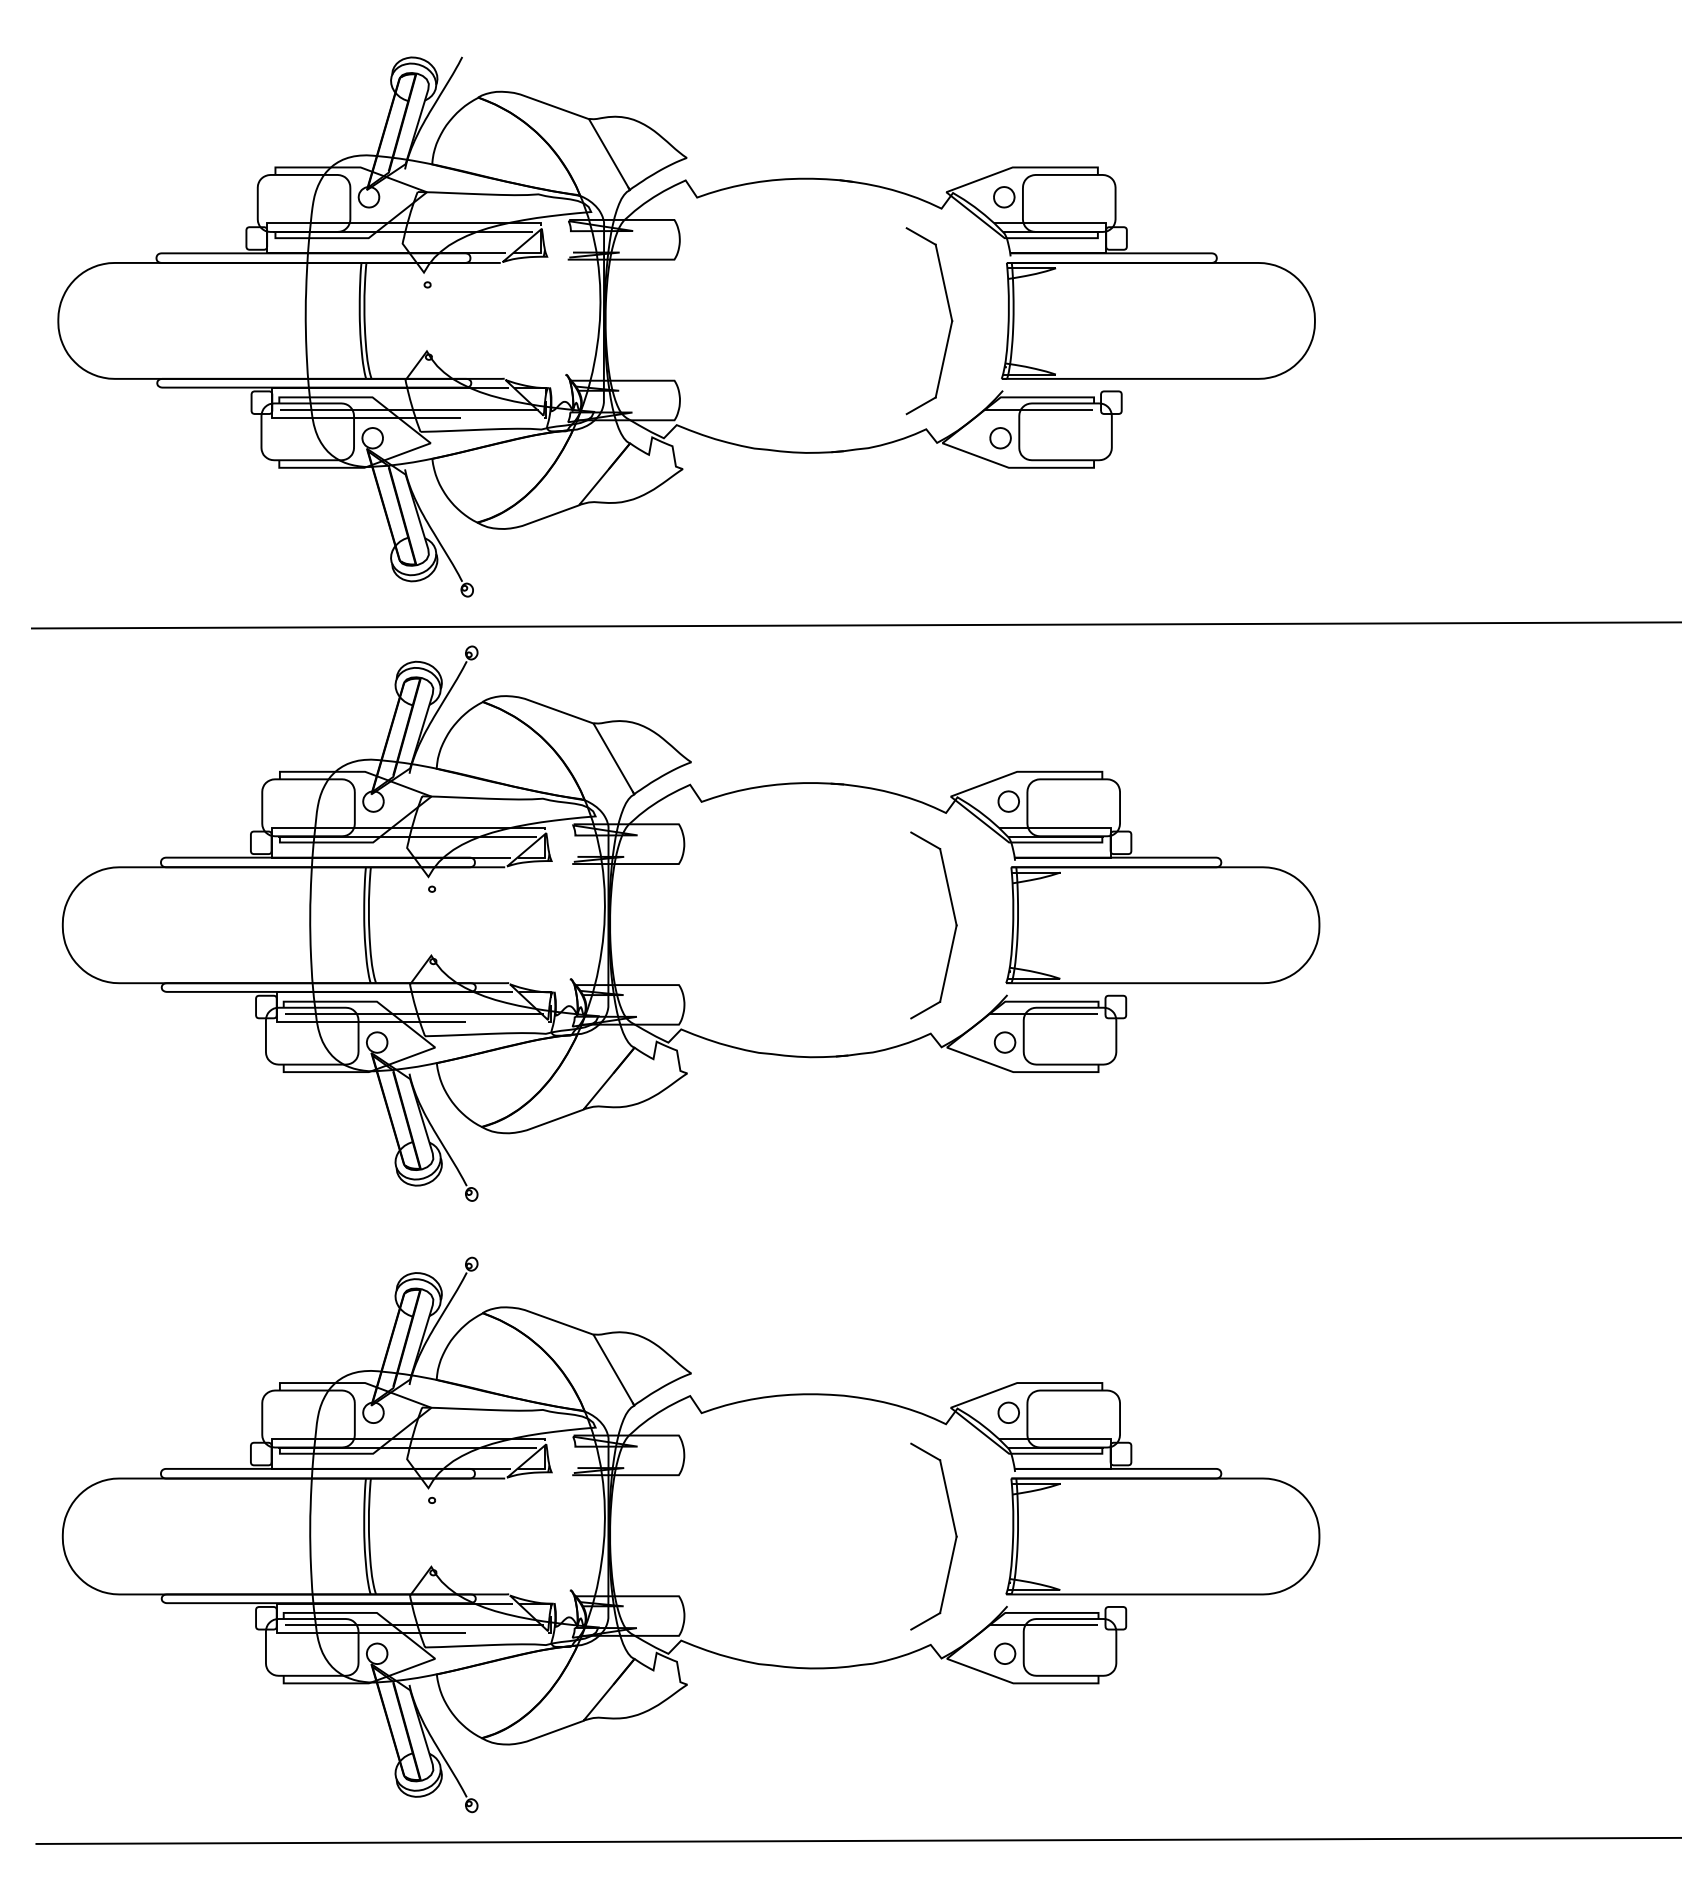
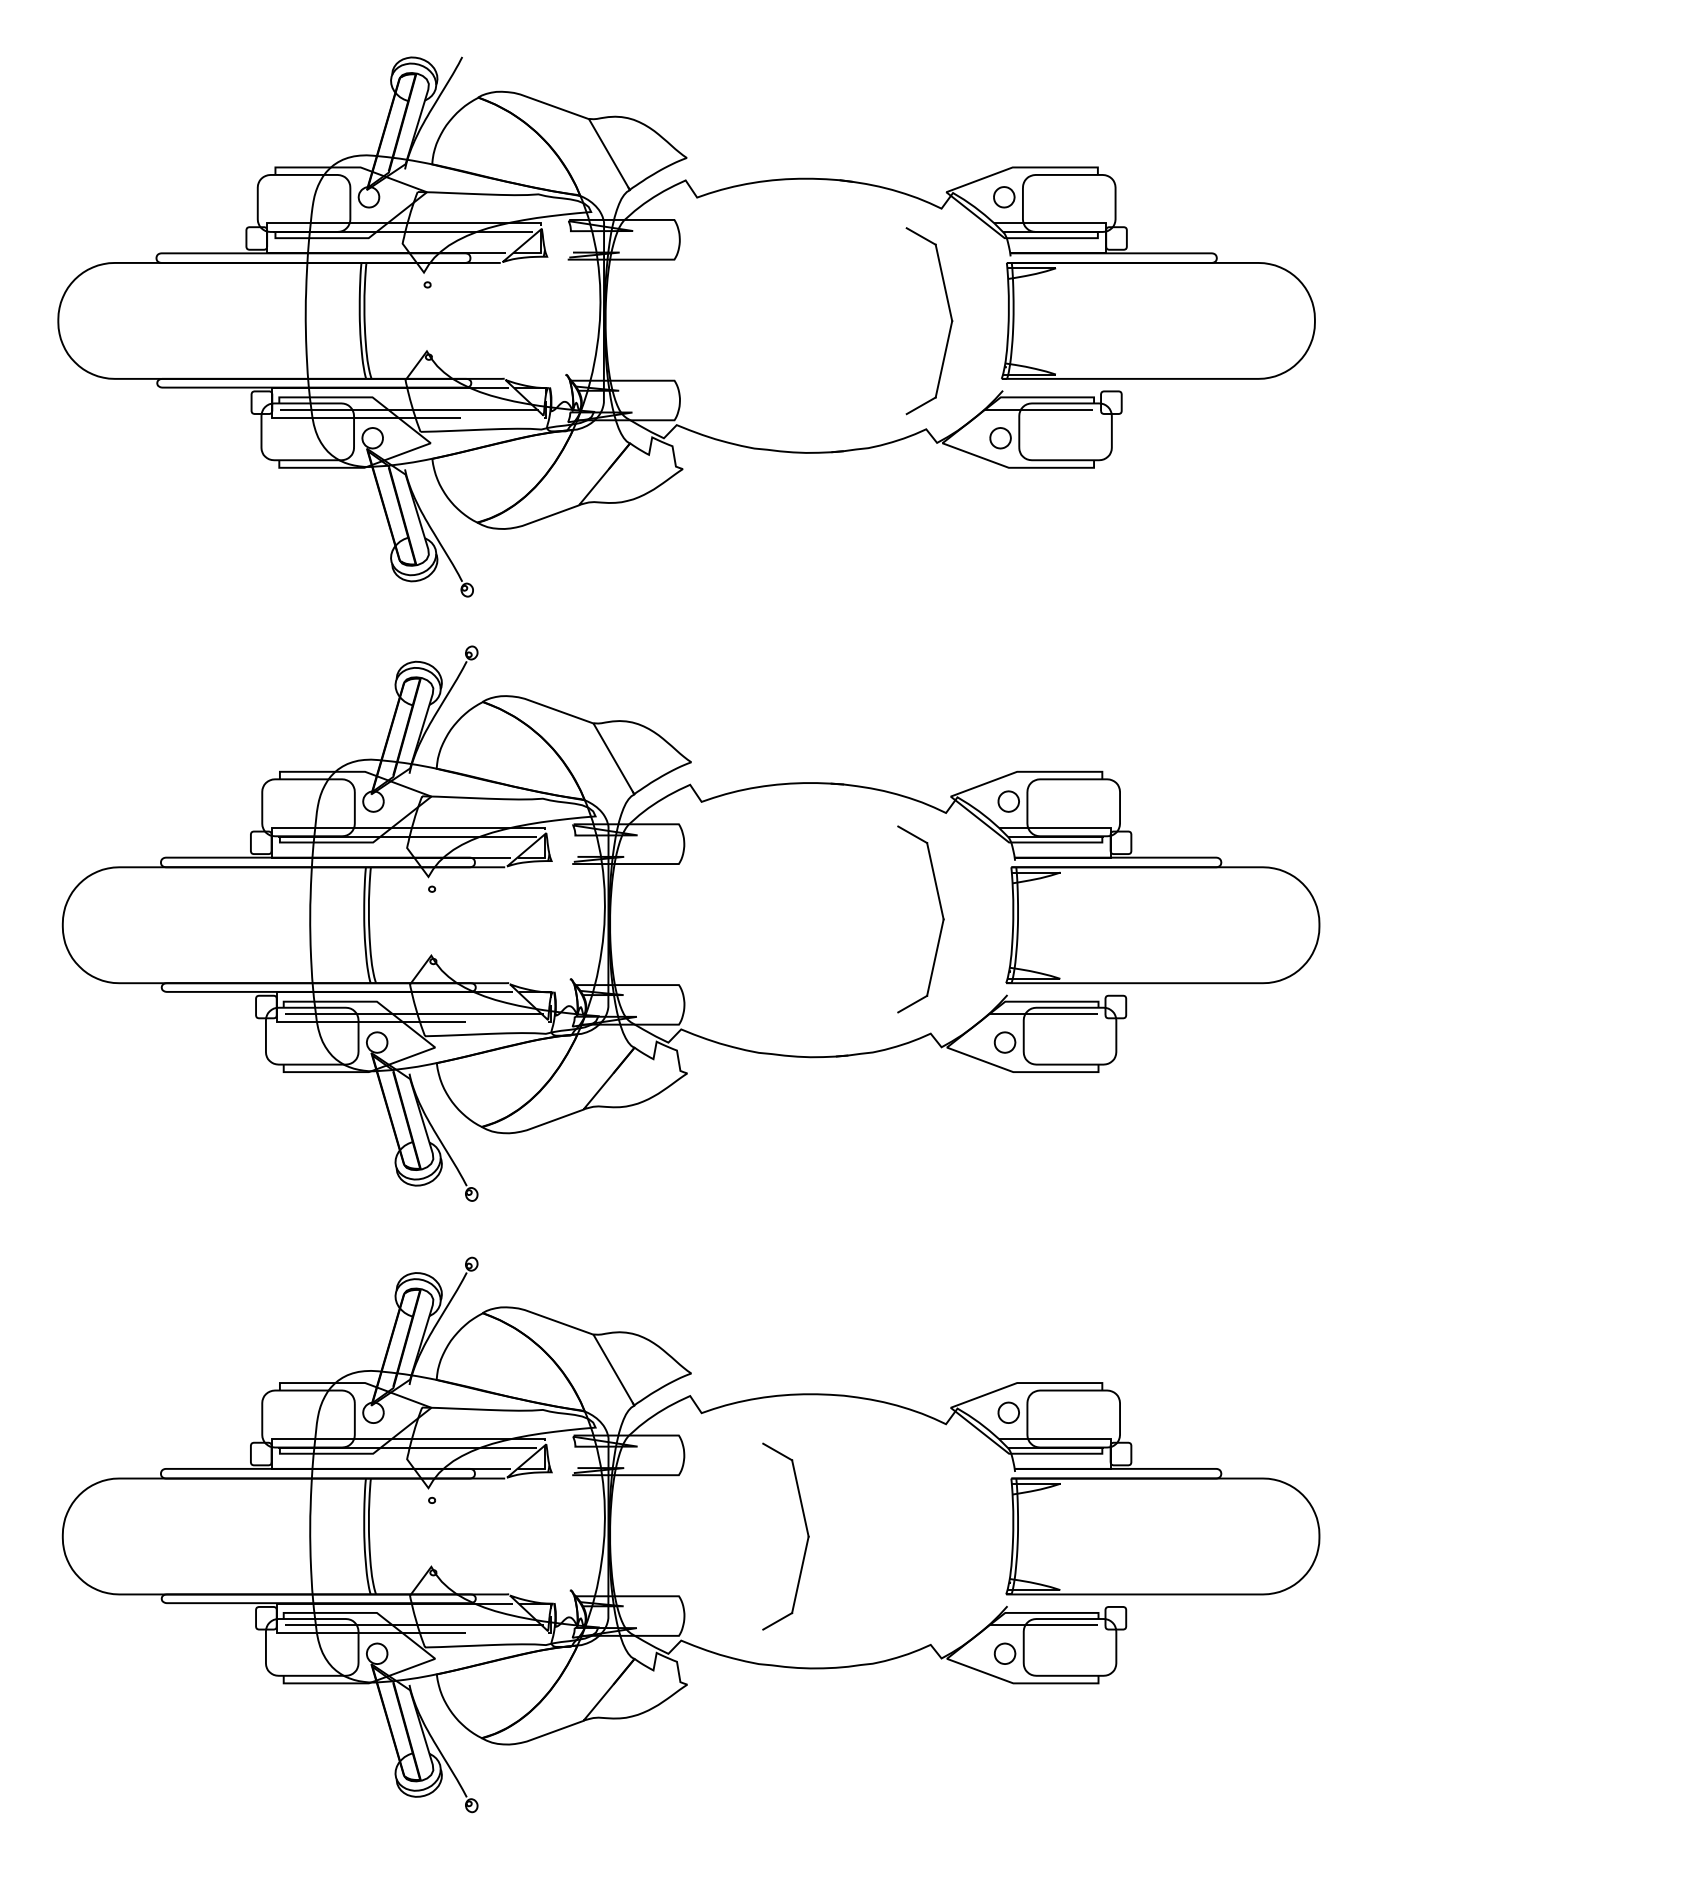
line at (854, 625): present -> none
part at (954, 921) position: (954, 921) -> (941, 915)
part at (954, 1532) position: (954, 1532) -> (806, 1532)
line at (857, 1840): present -> none
